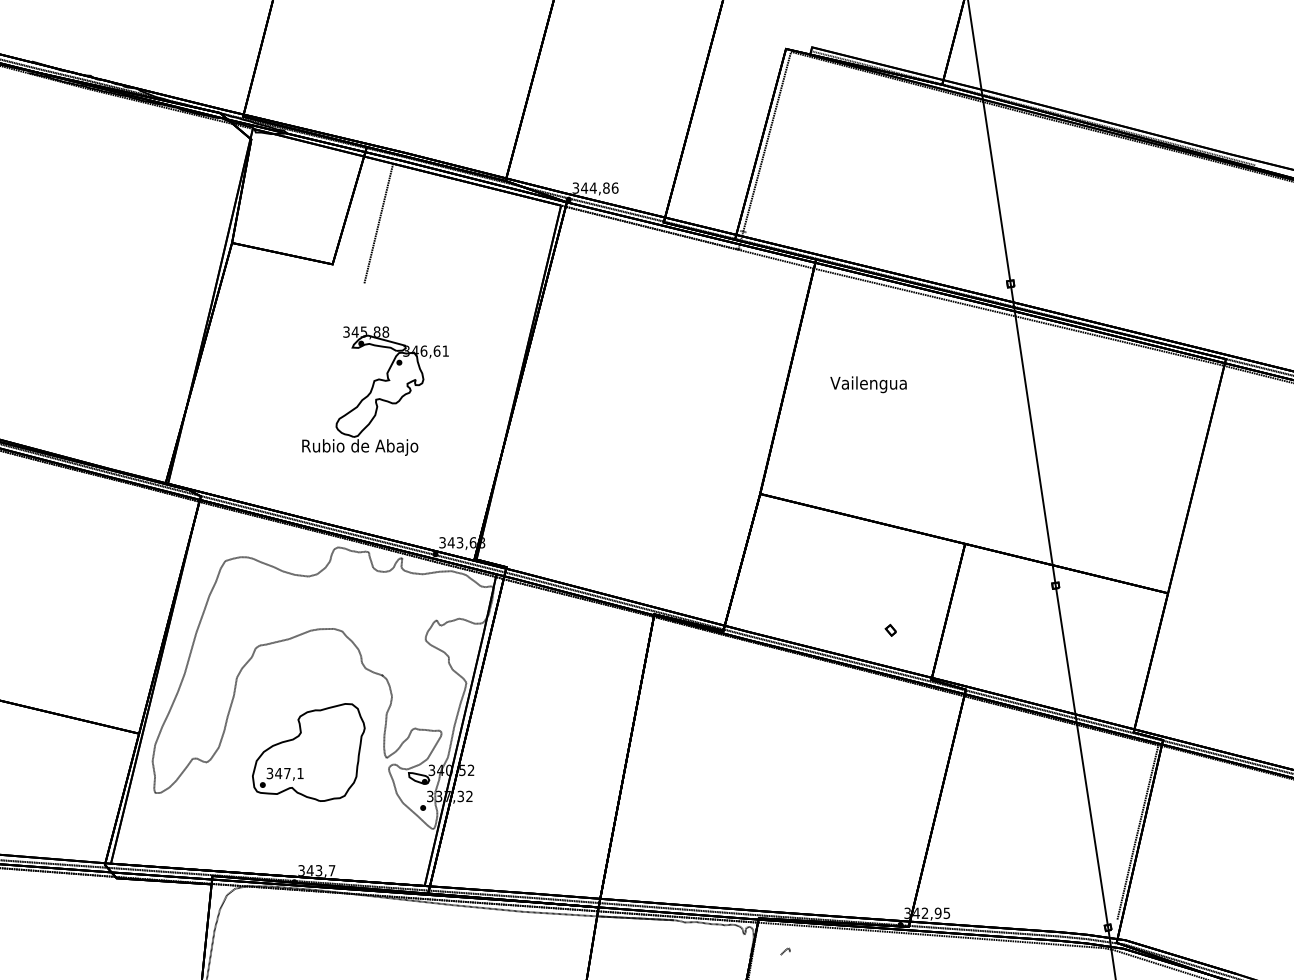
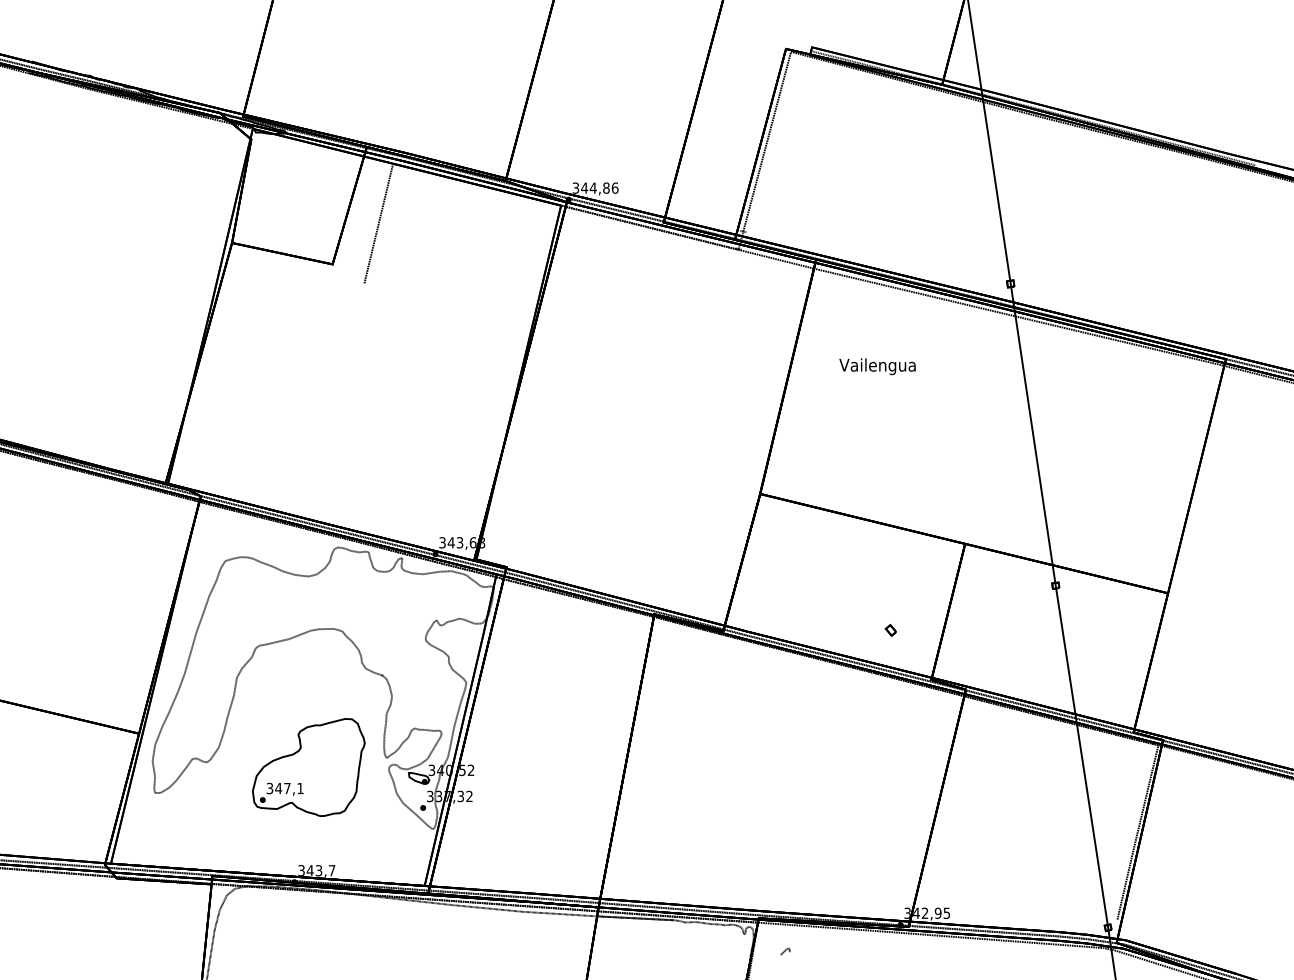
text at (868, 384) position: (868, 384) -> (877, 366)
part at (375, 390): present -> none
part at (308, 752) position: (308, 752) -> (308, 767)
